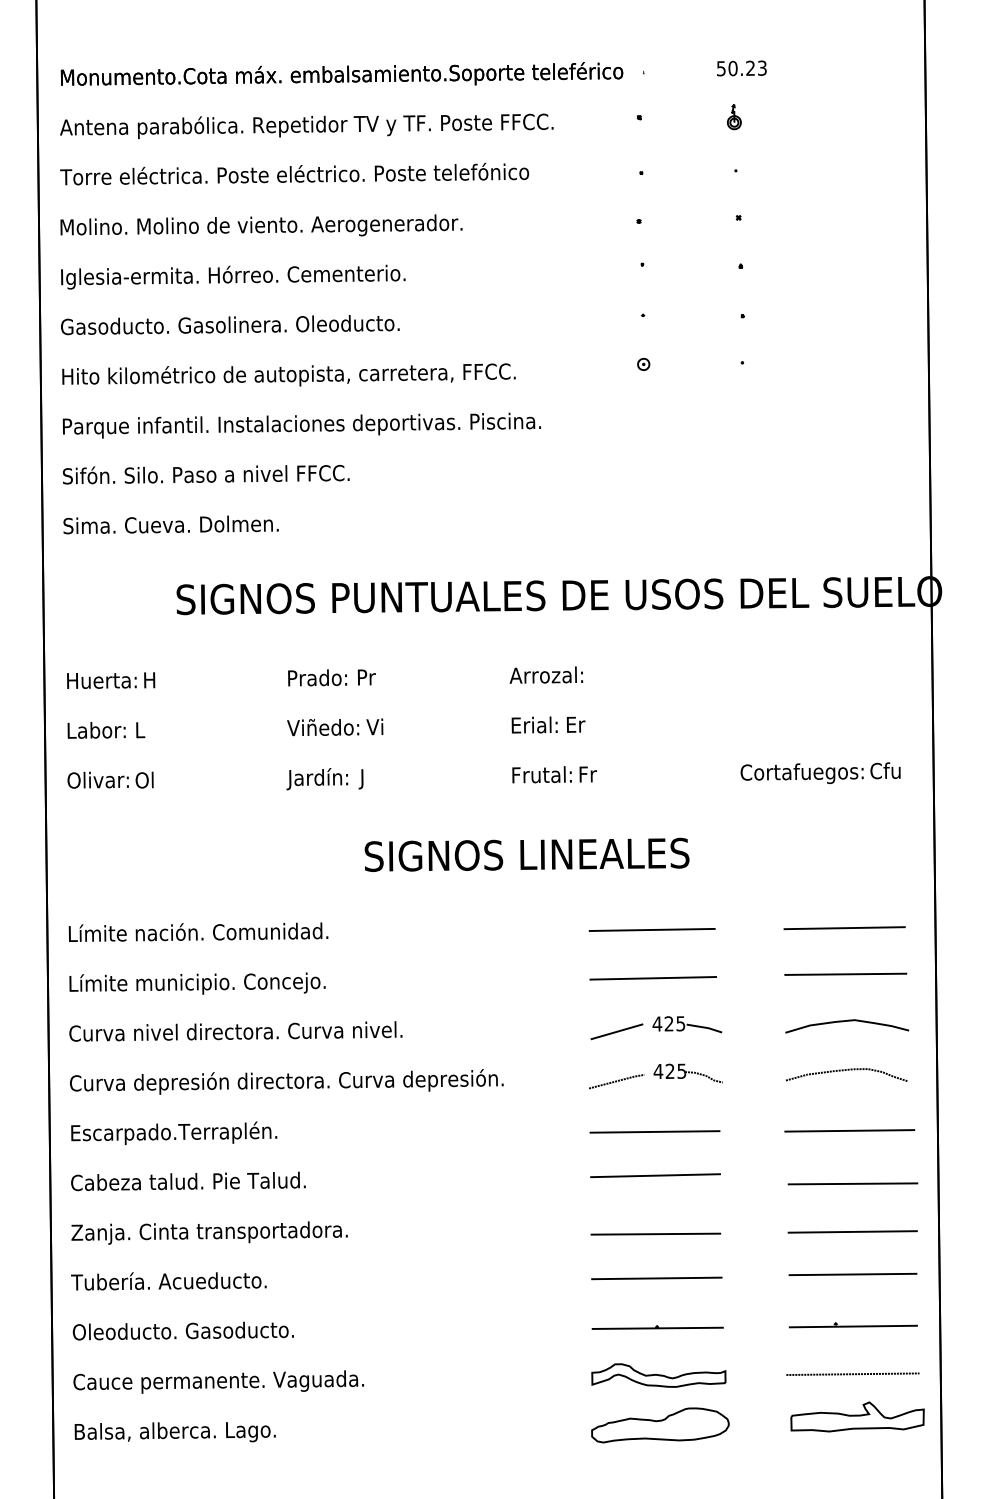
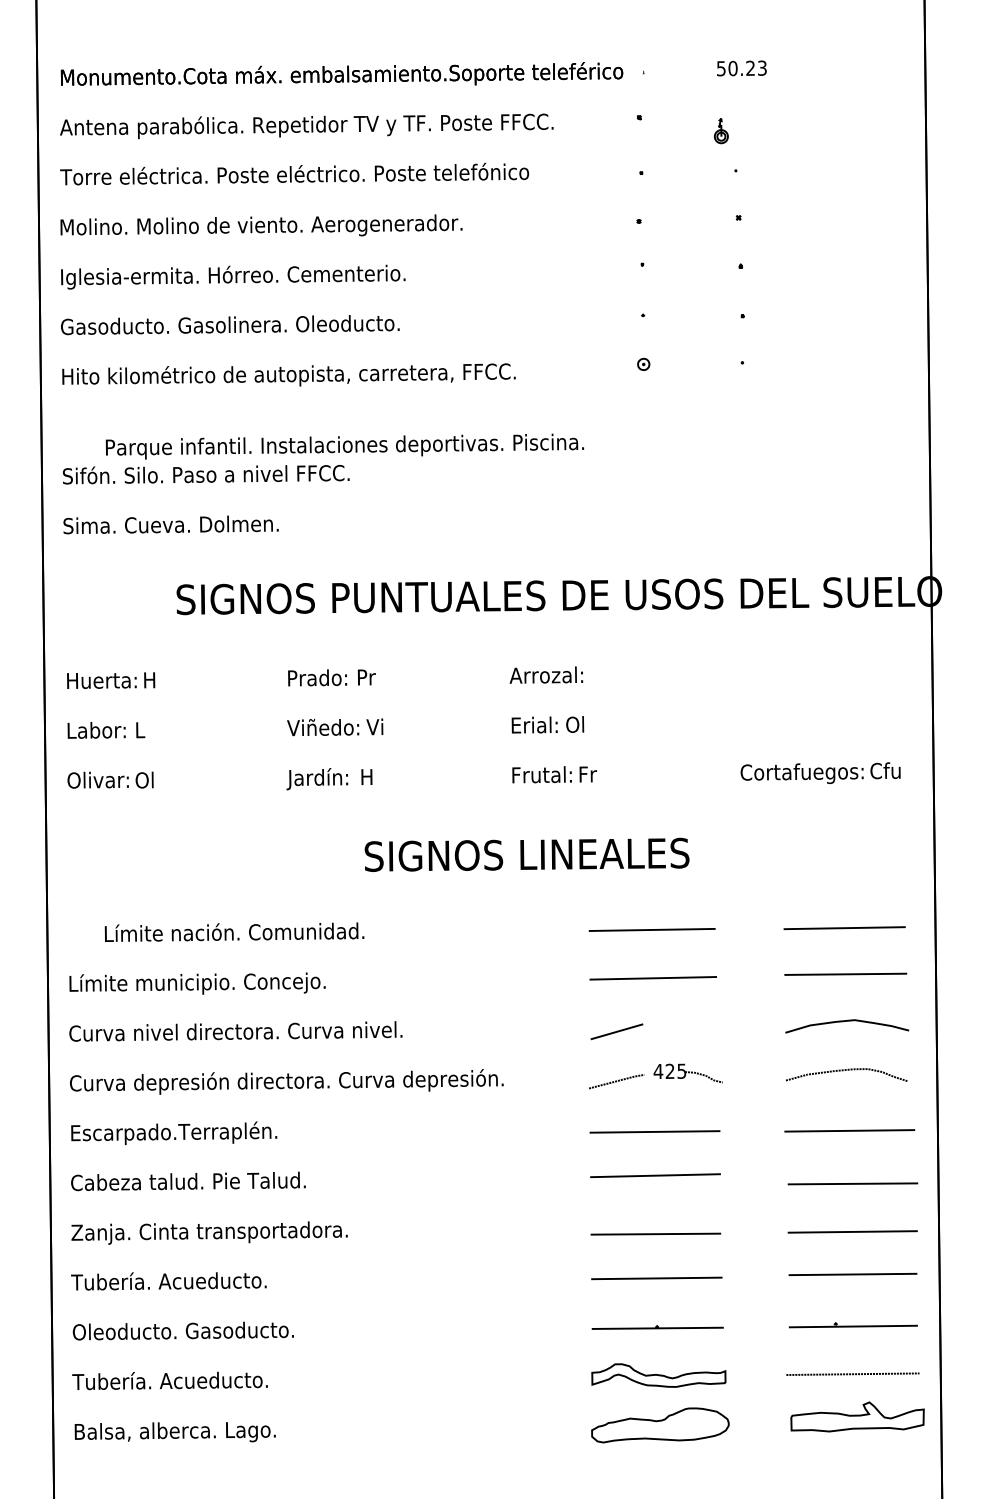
part at (733, 117) position: (733, 117) -> (720, 131)
text at (301, 425) position: (301, 425) -> (344, 446)
text at (575, 724): Er -> Ol
text at (365, 779): J -> H
text at (198, 931) position: (198, 931) -> (234, 931)
part at (687, 1024): present -> none
text at (217, 1381): Cauce permanente. Vaguada. -> Tubería. Acueducto.
